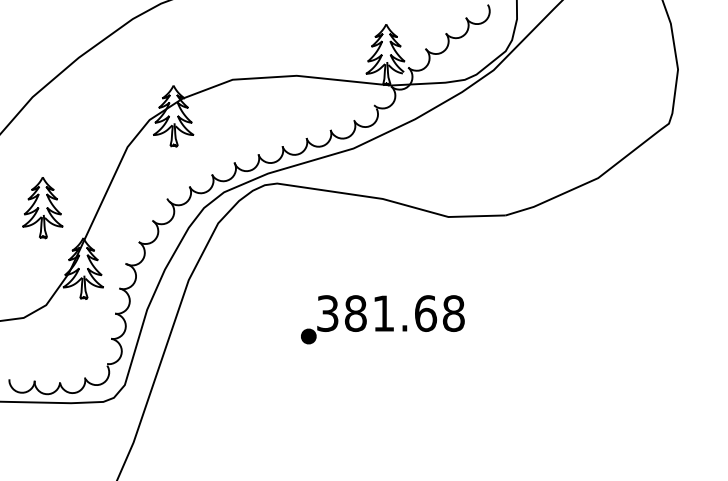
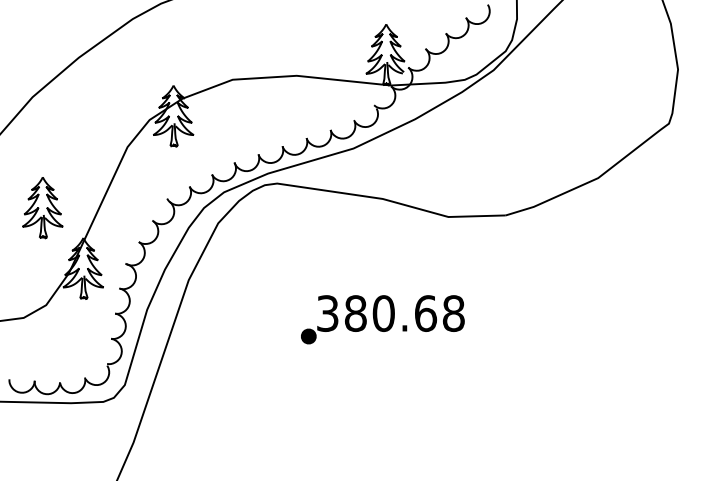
text at (383, 313): 381.68 -> 380.68
